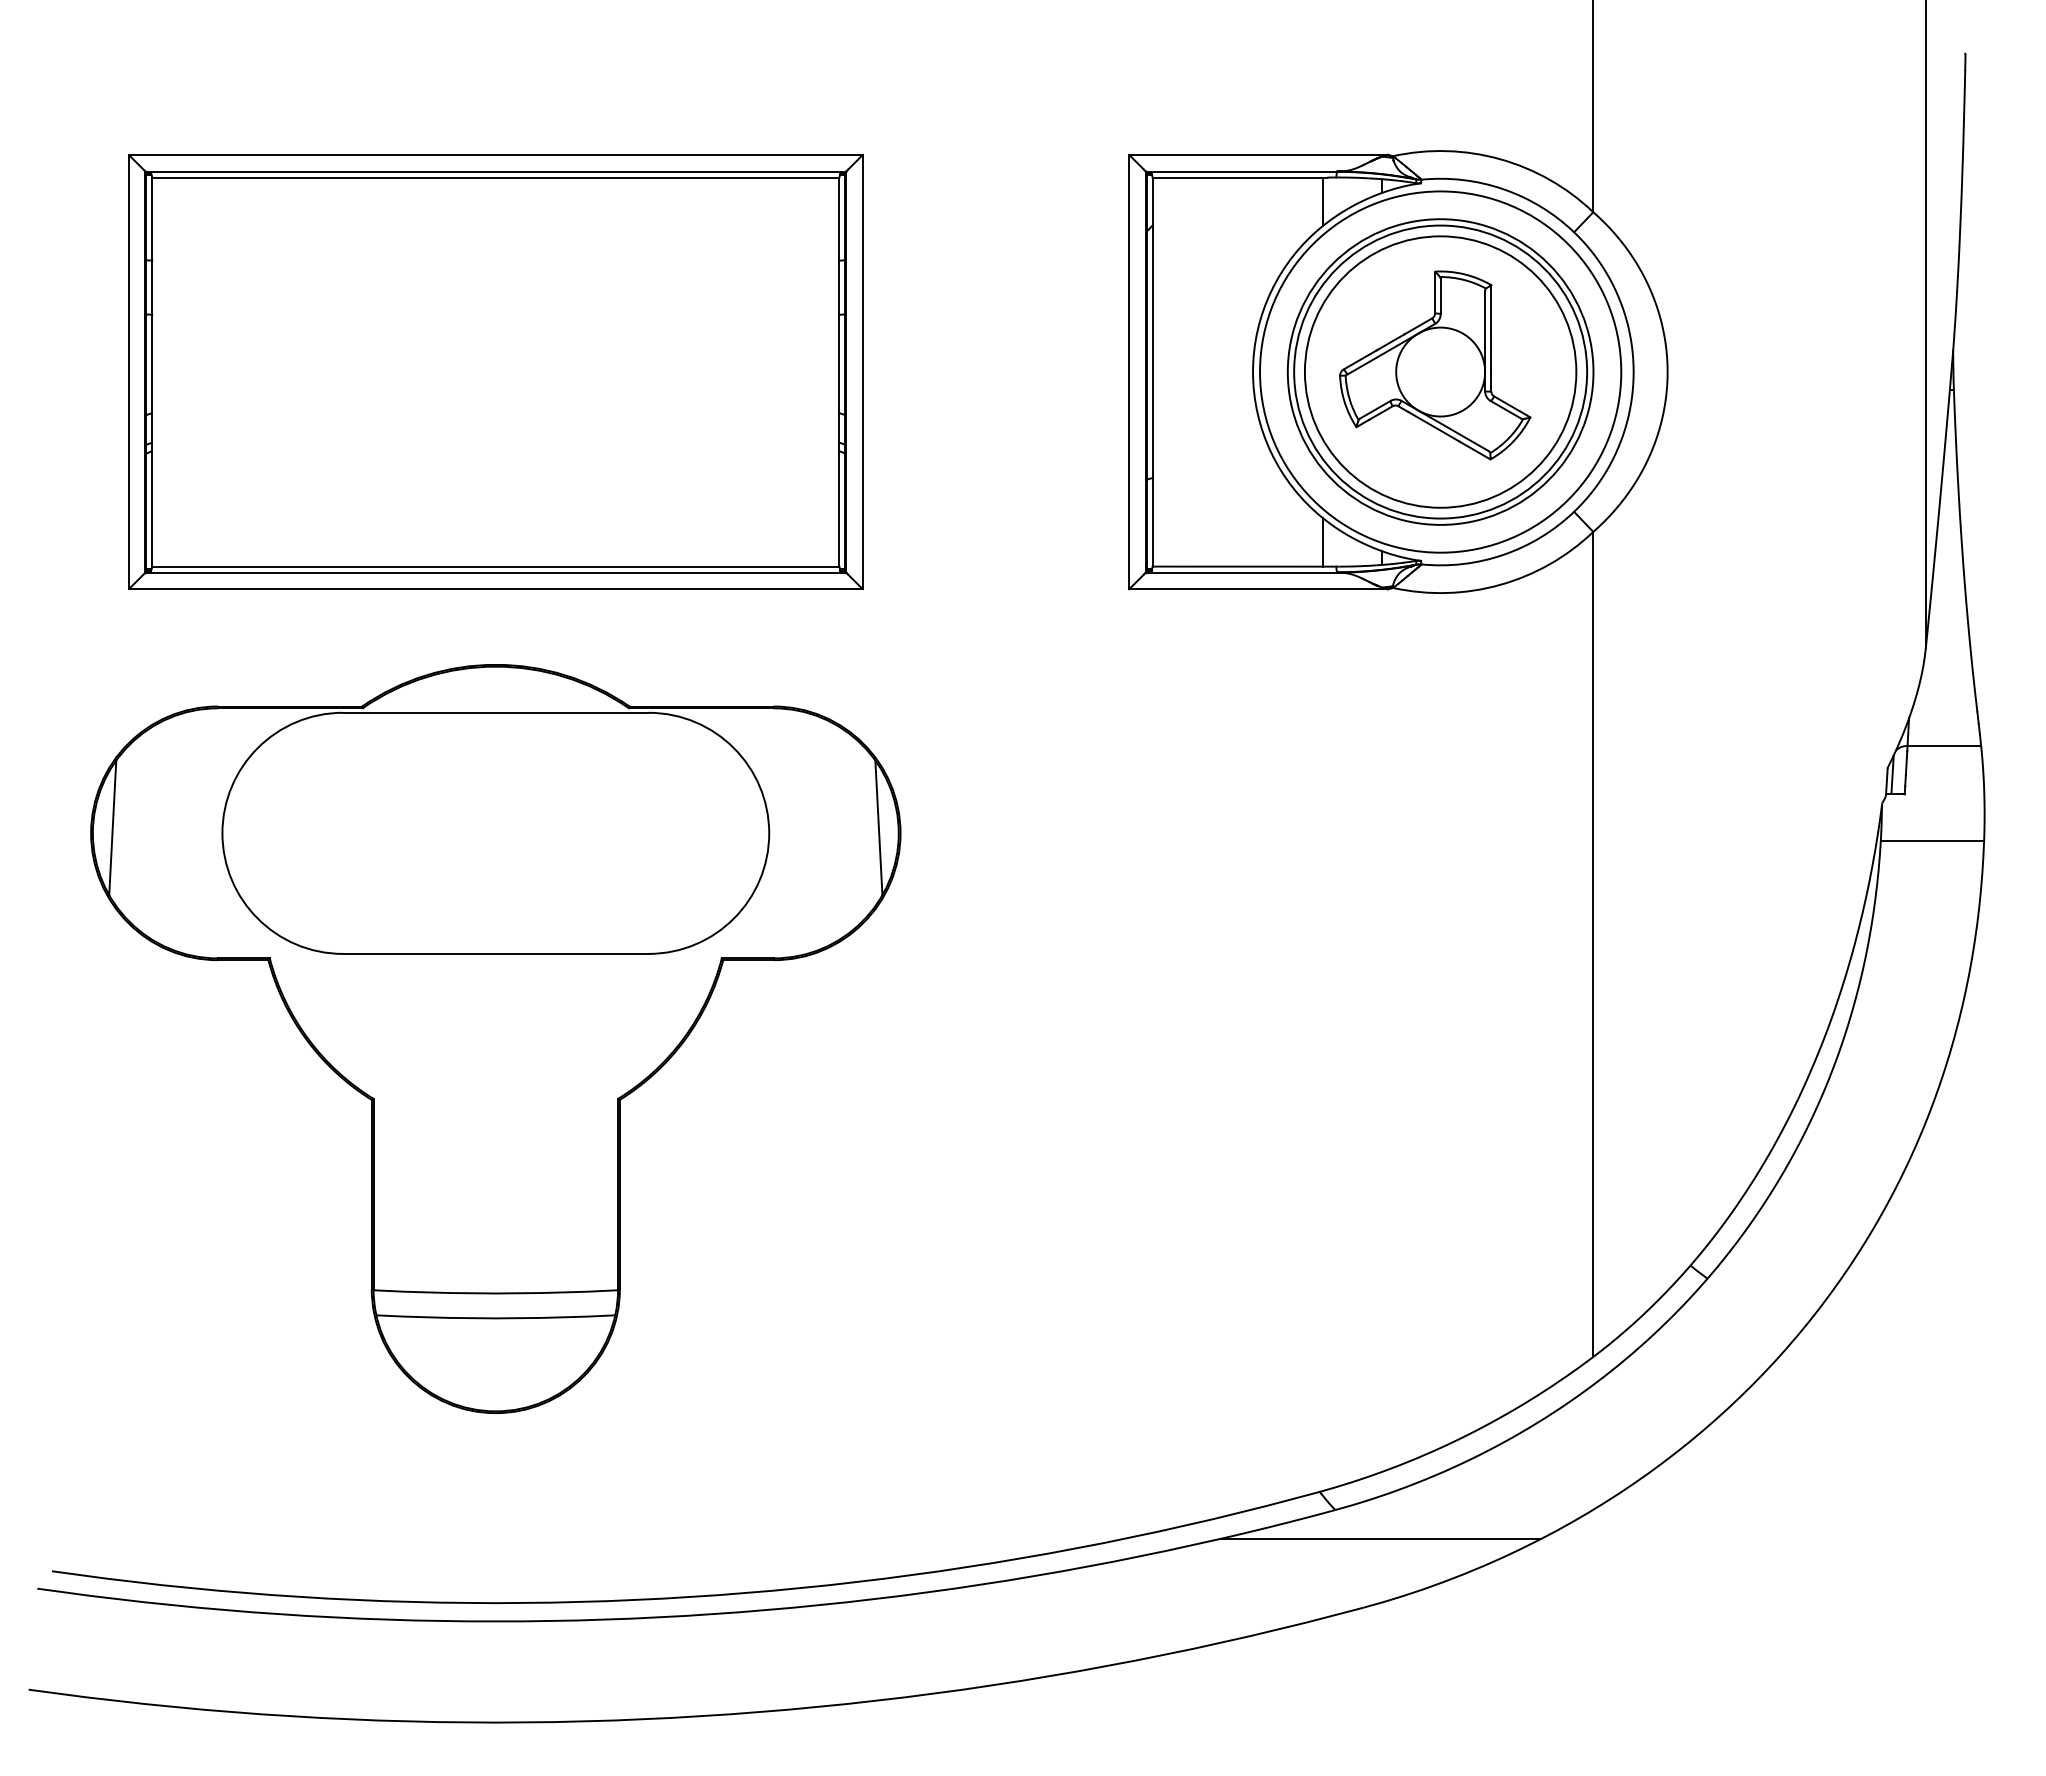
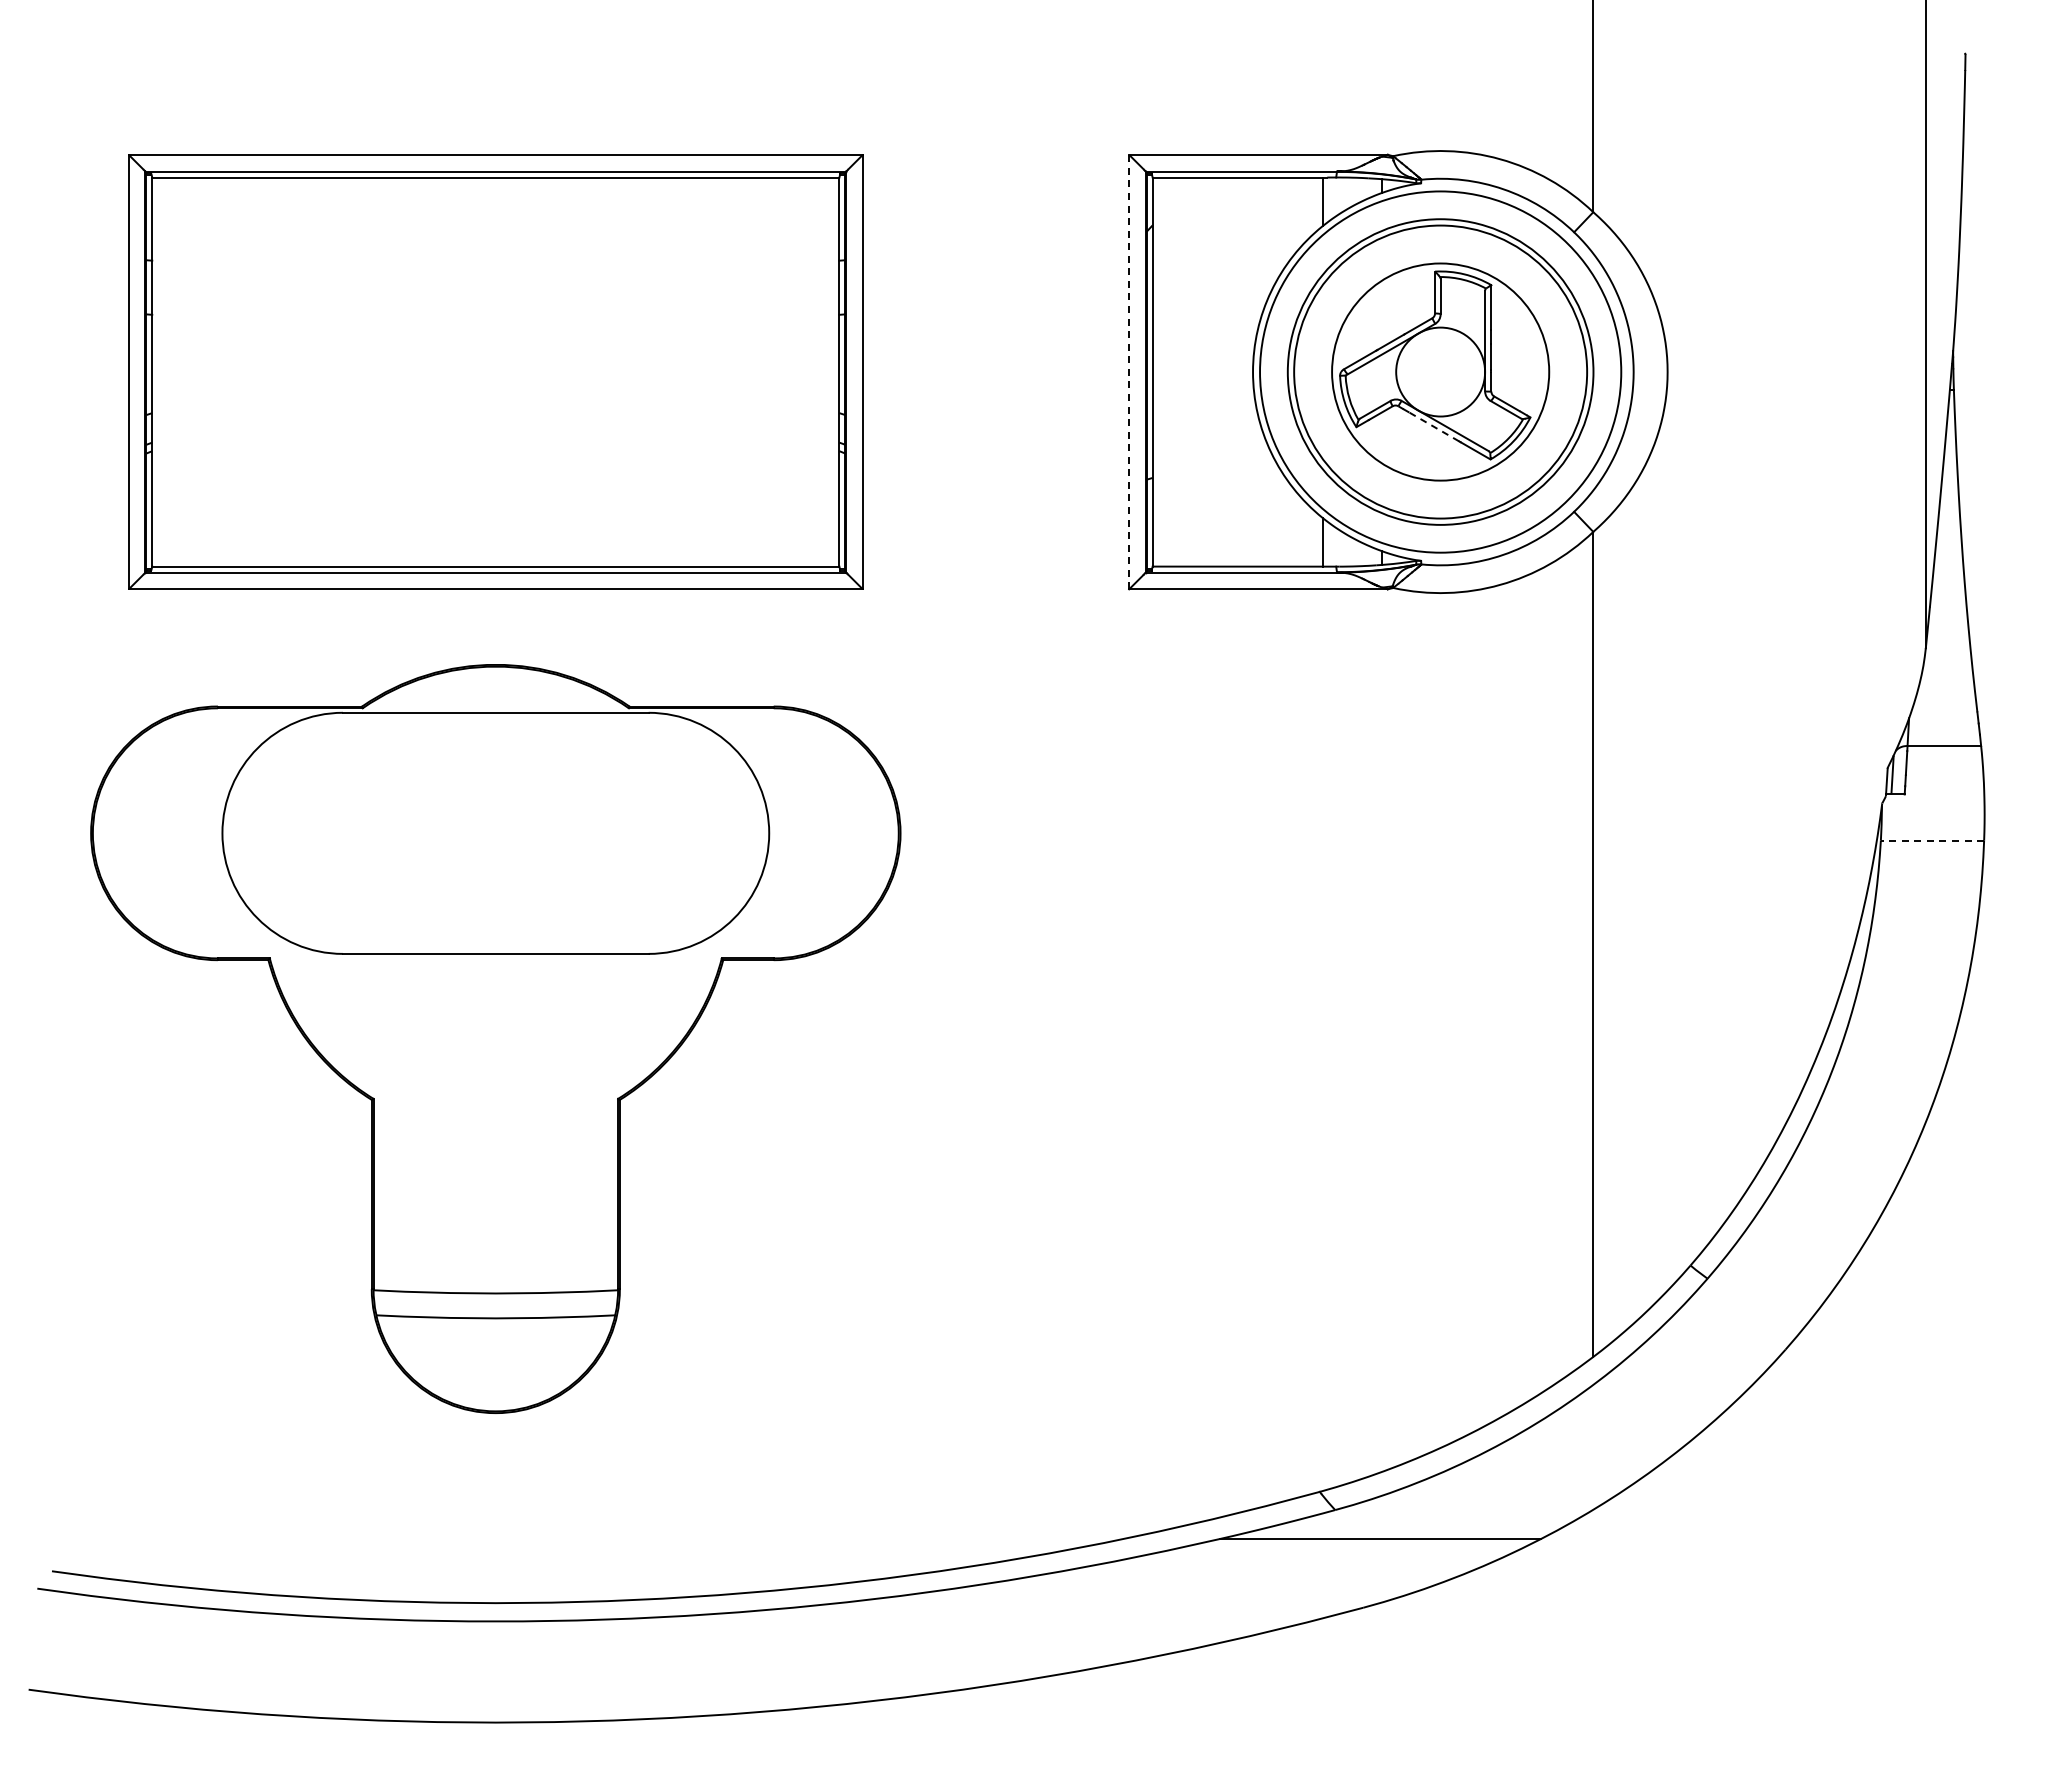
line at (1129, 371): solid -> dashed
circle at (1440, 371) diameter: 271 px -> 217 px
line at (1433, 426): solid -> dashed
line at (112, 827): present -> none
line at (878, 827): present -> none
line at (1932, 840): solid -> dashed
